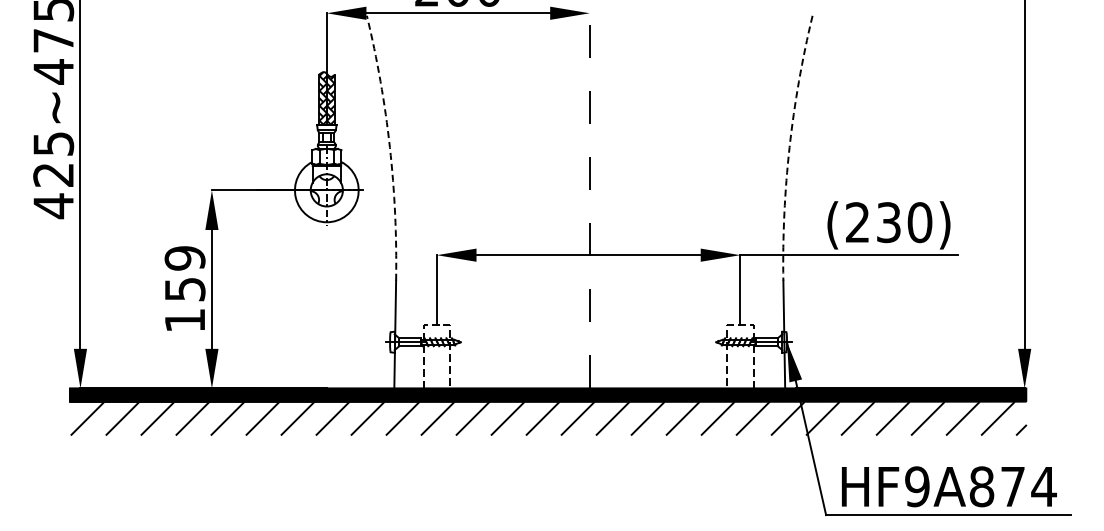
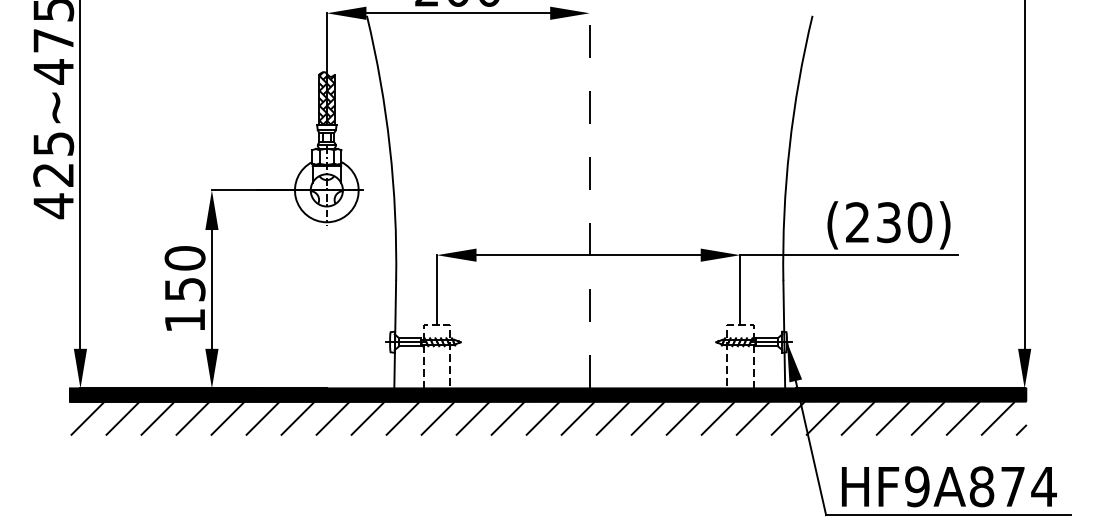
arc at (389, 147): dashed -> solid
arc at (789, 147): dashed -> solid
text at (184, 258): 159 -> 150
